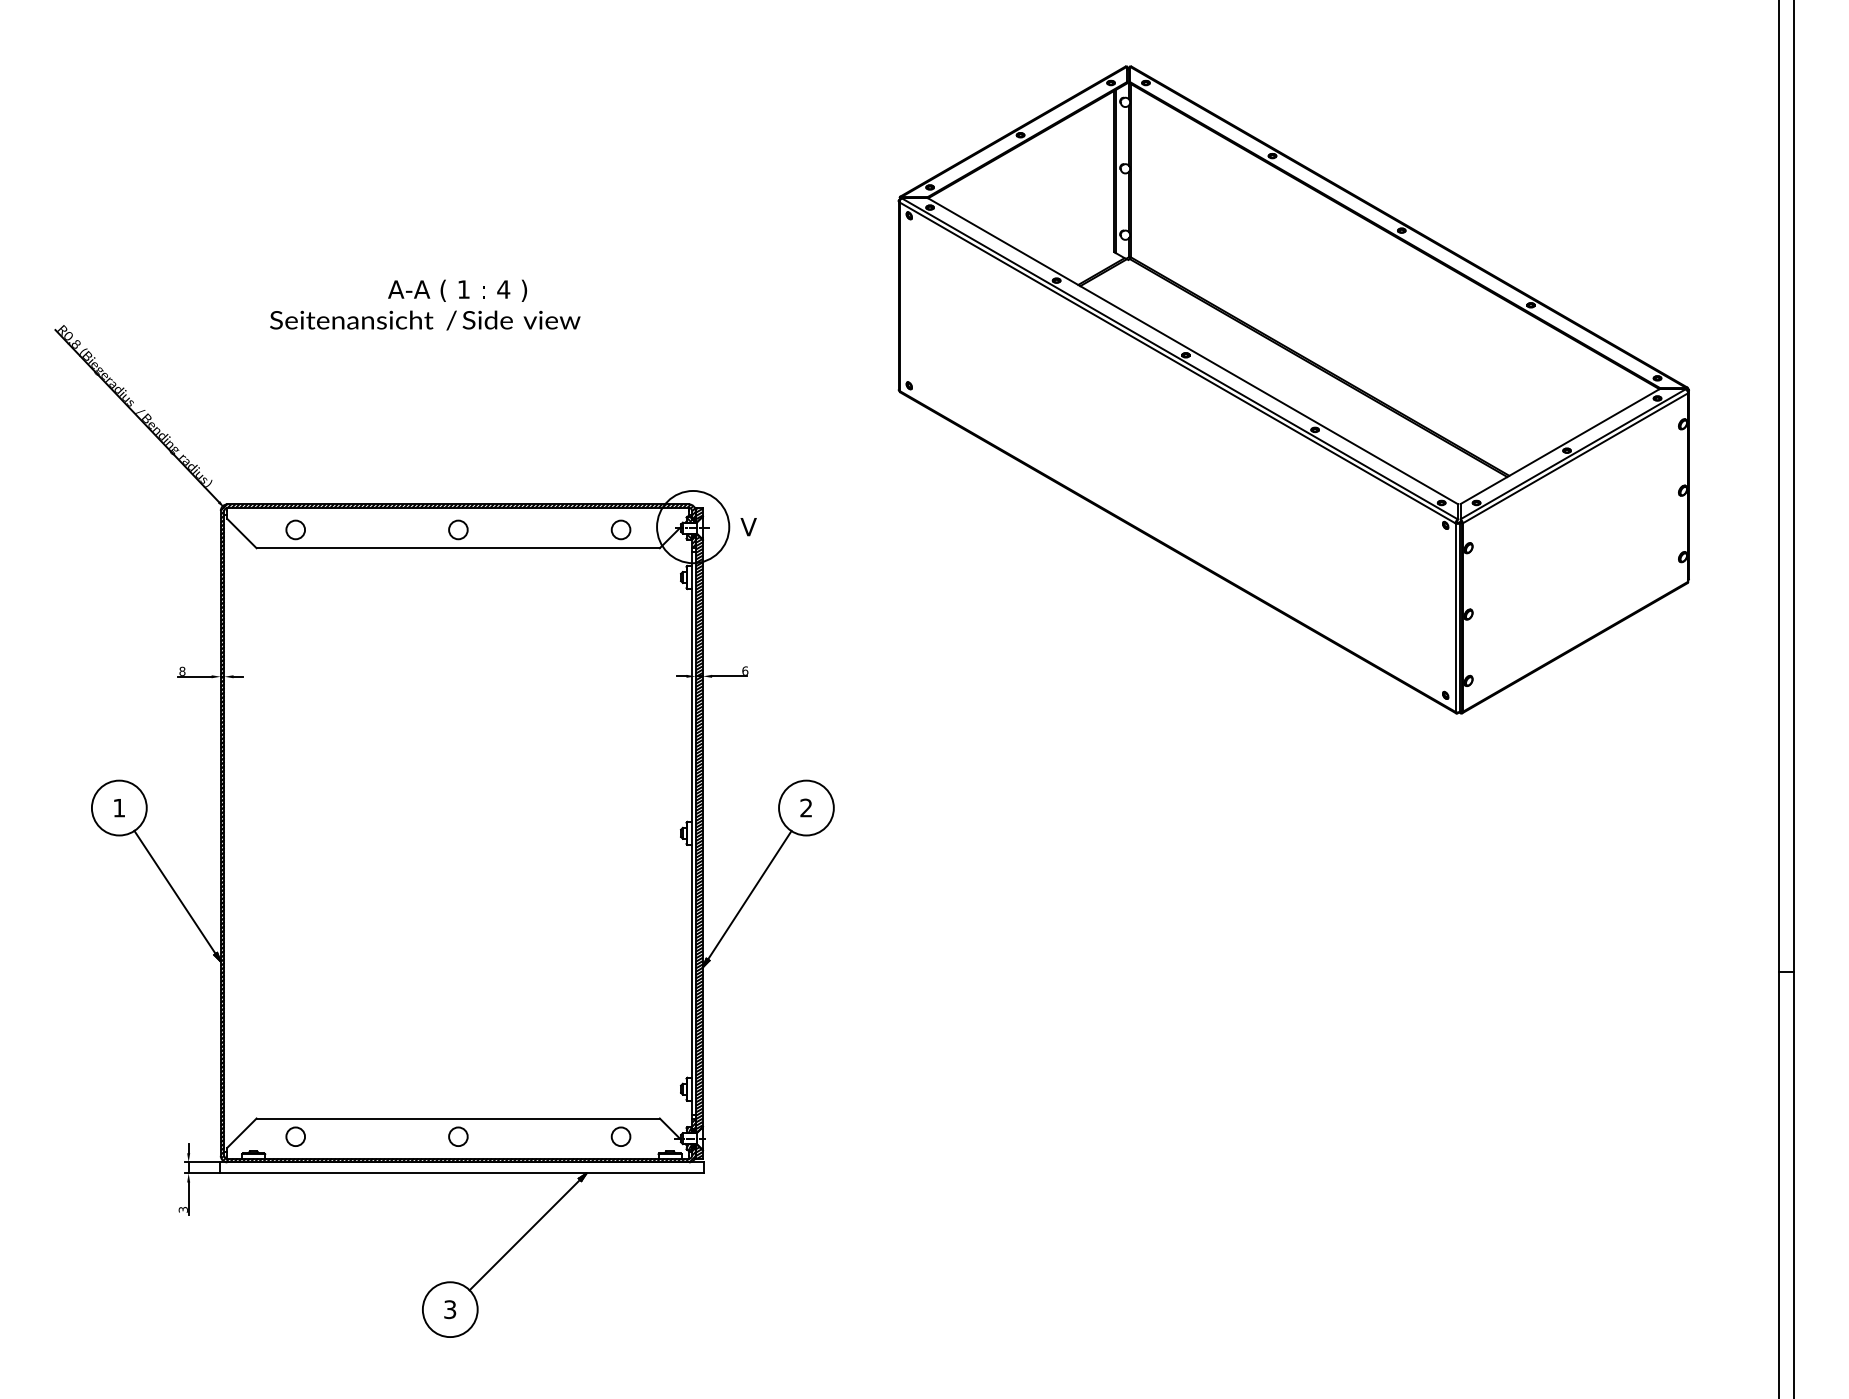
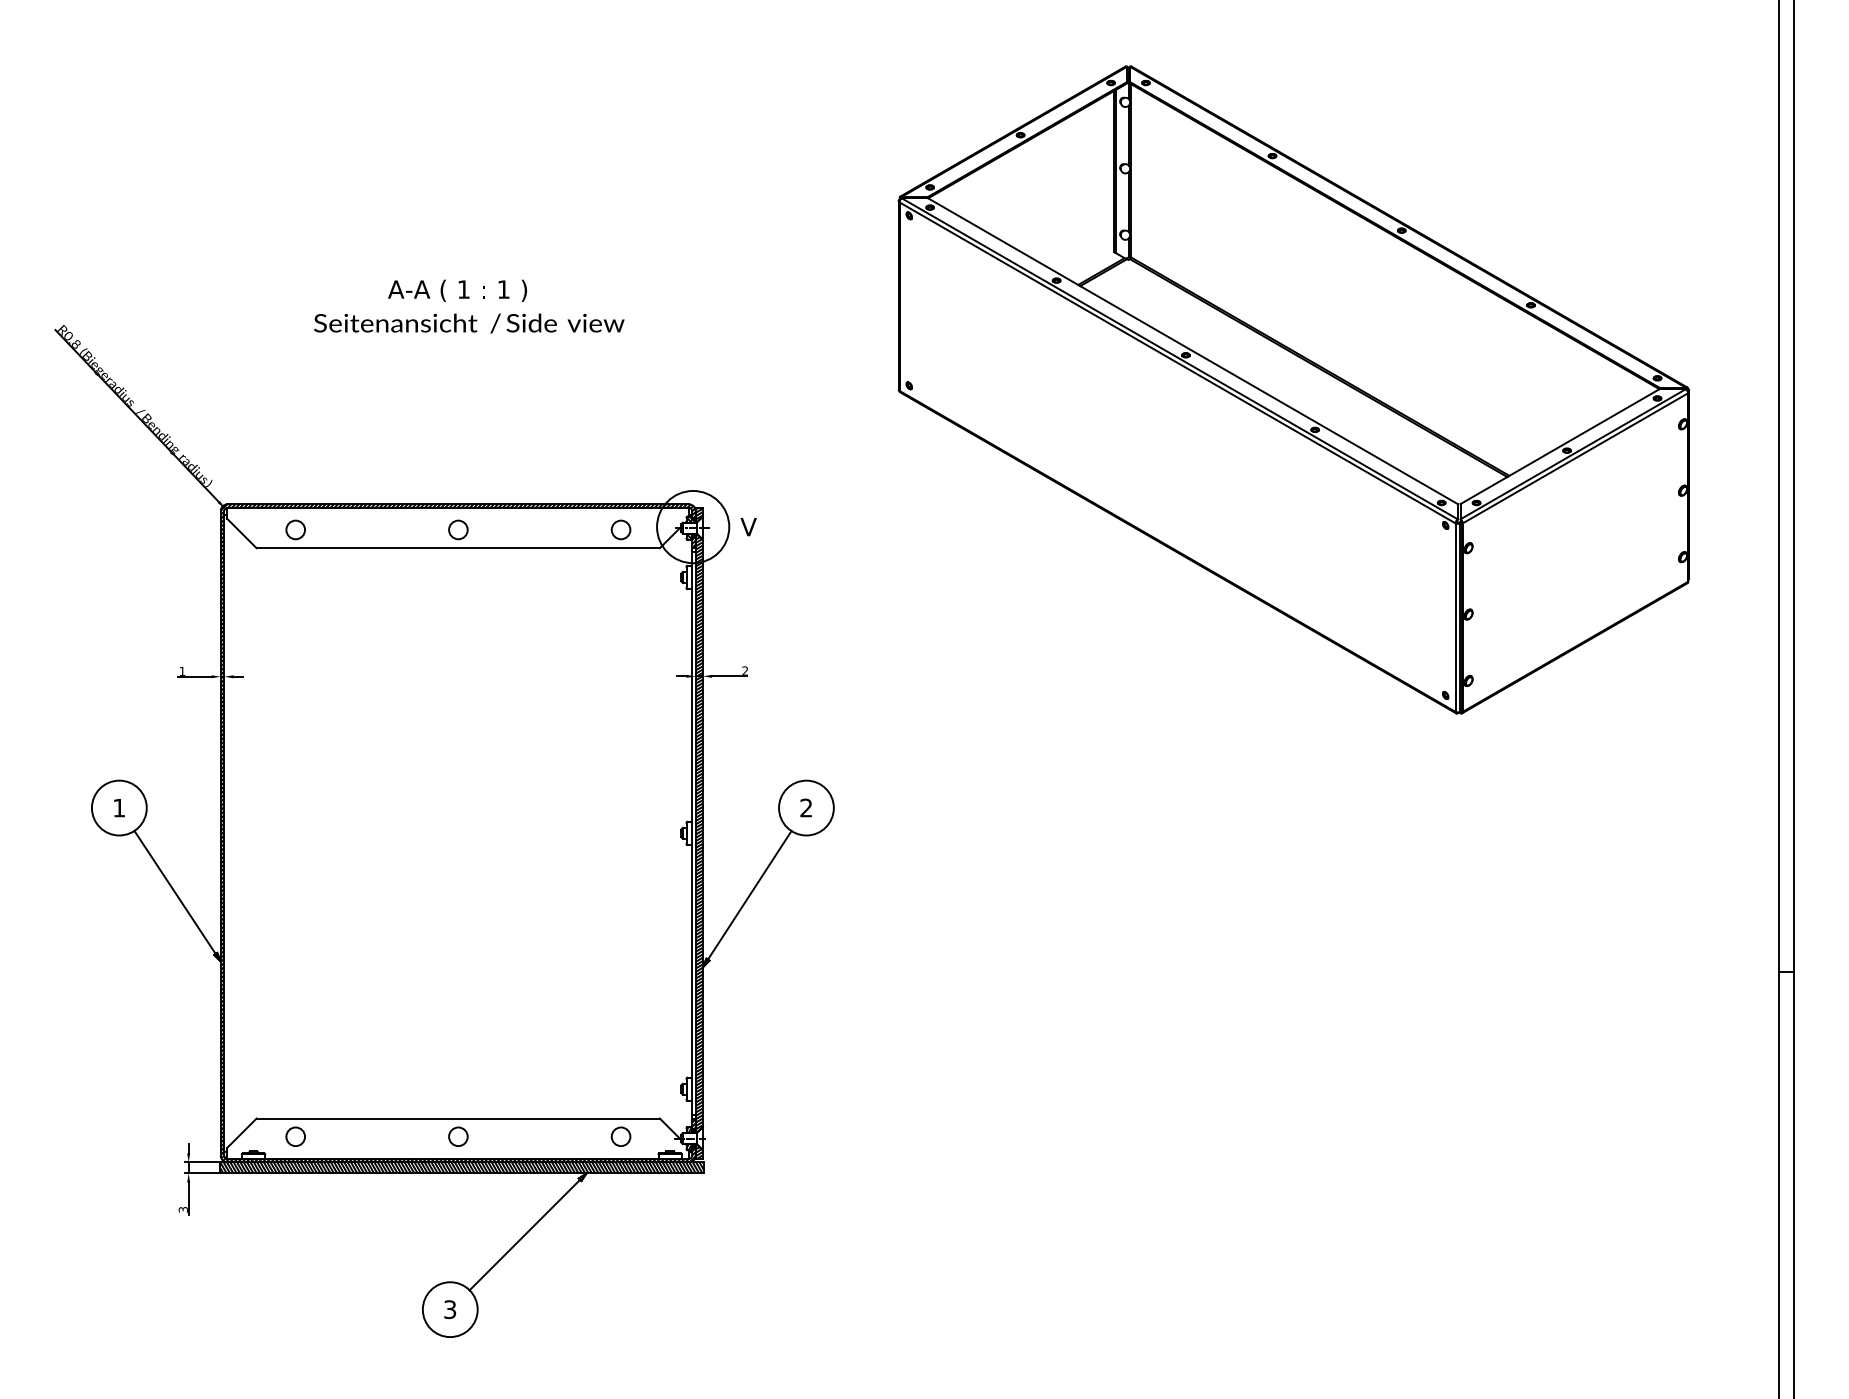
text at (503, 289): 4 -> 1
text at (425, 320) position: (425, 320) -> (469, 323)
text at (182, 670): 8 -> 1
text at (745, 670): 6 -> 2
hatch at (461, 1167): none -> present
